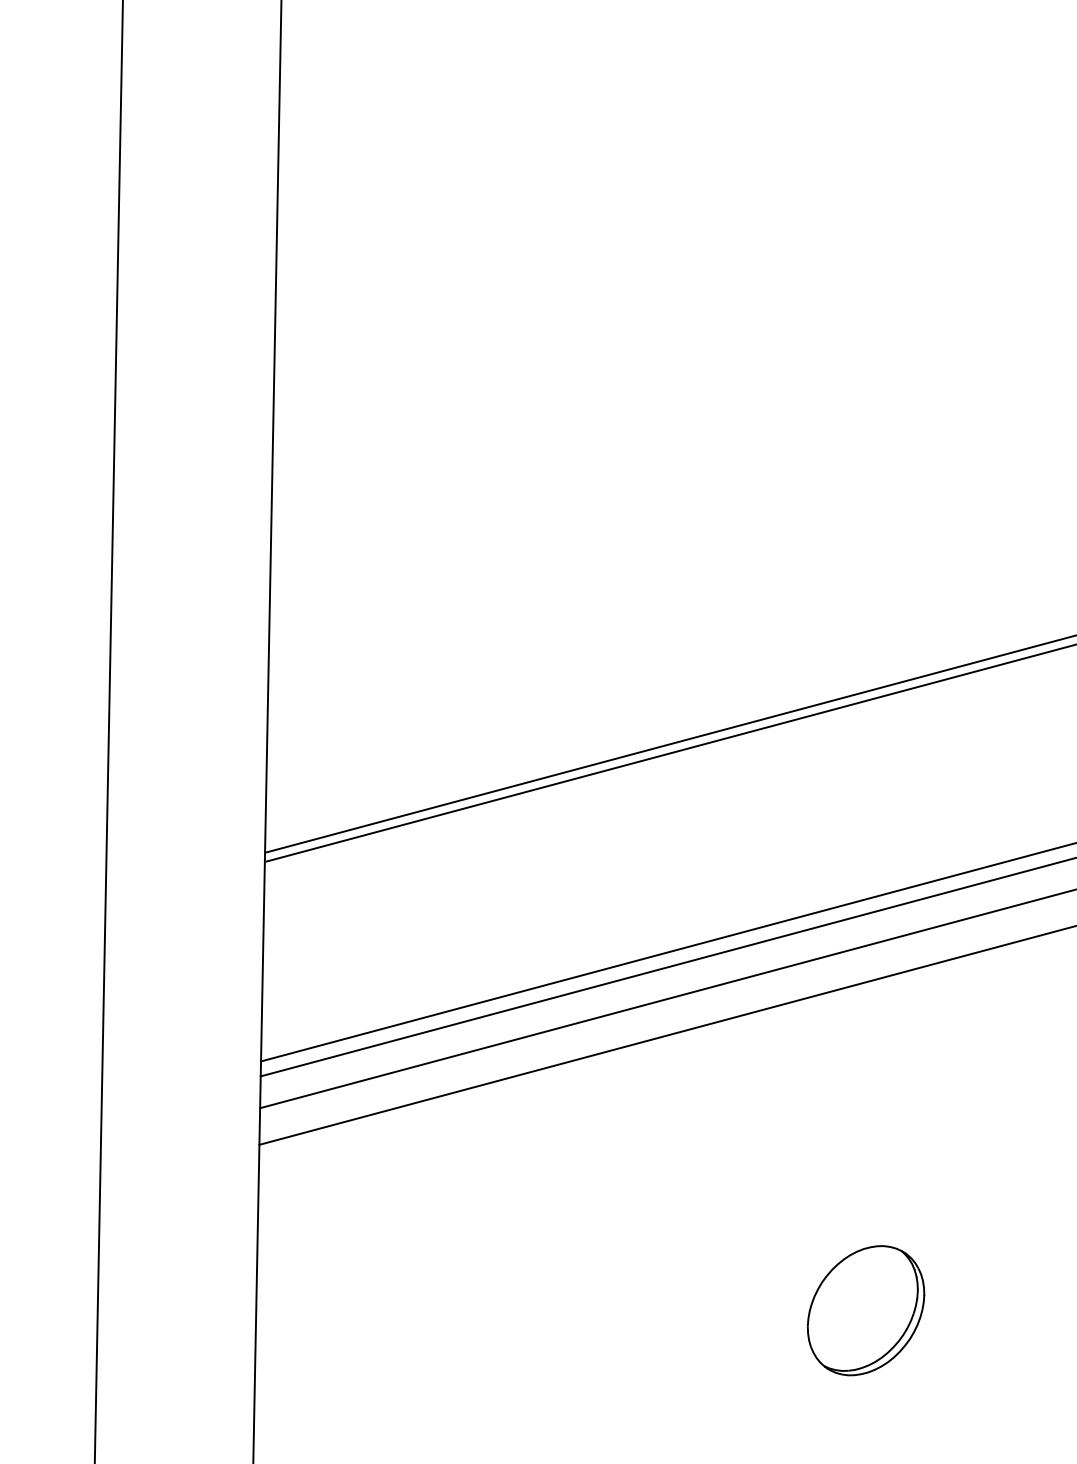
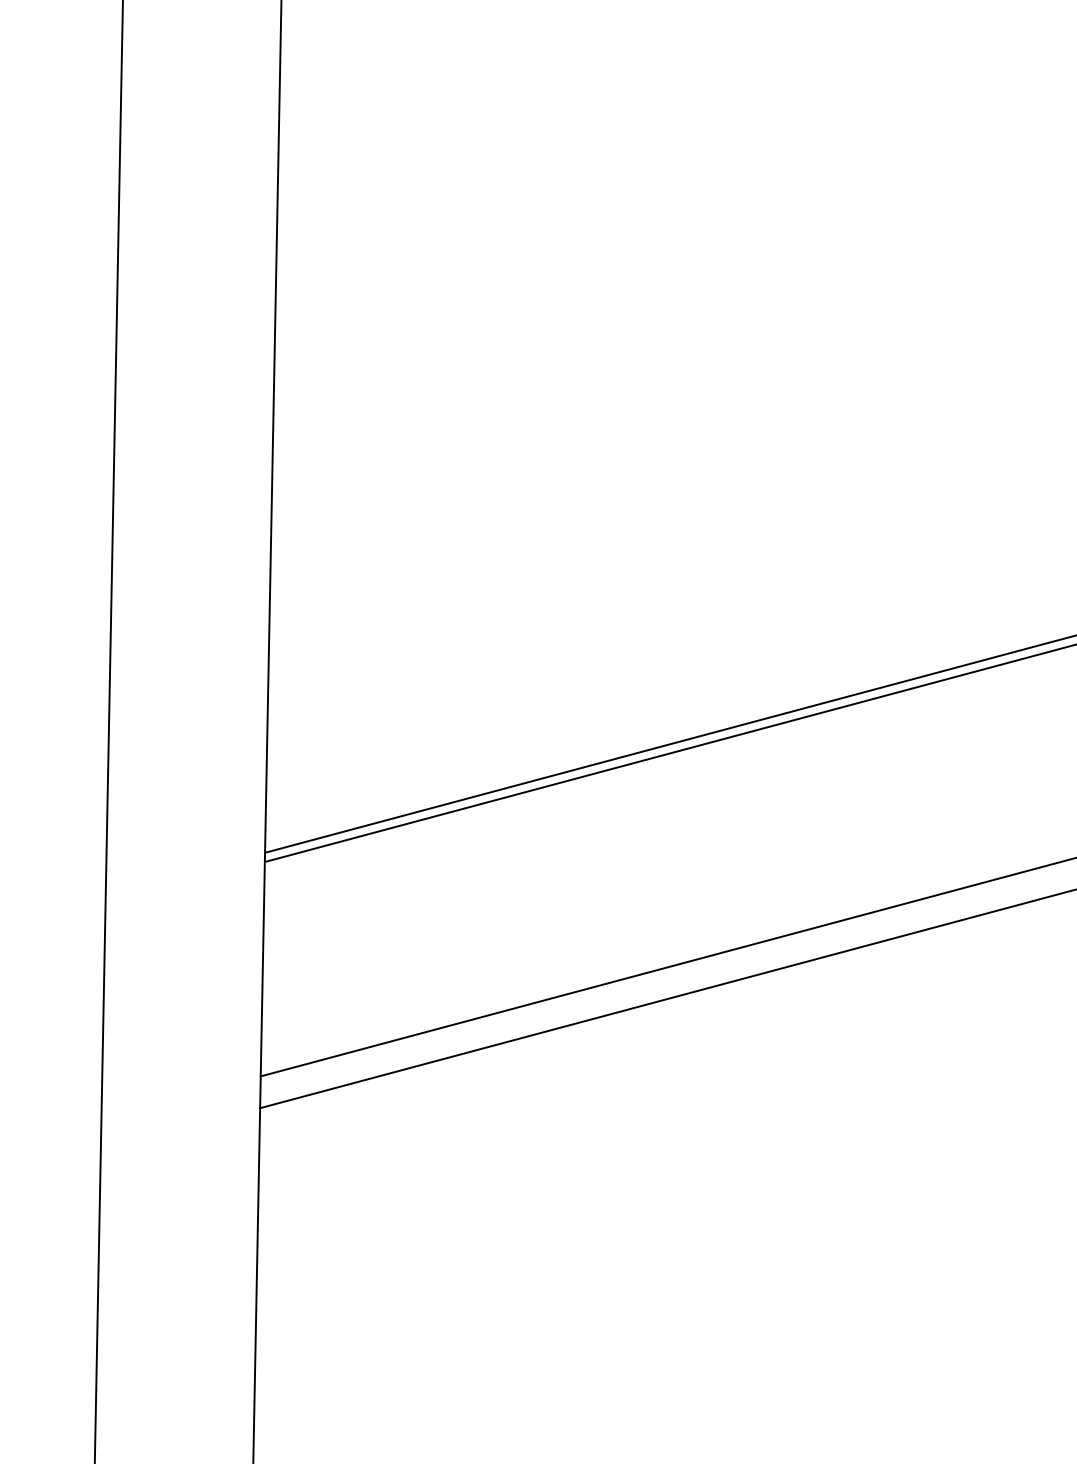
line at (667, 952): present -> none
line at (666, 1035): present -> none
part at (866, 1310): present -> none
